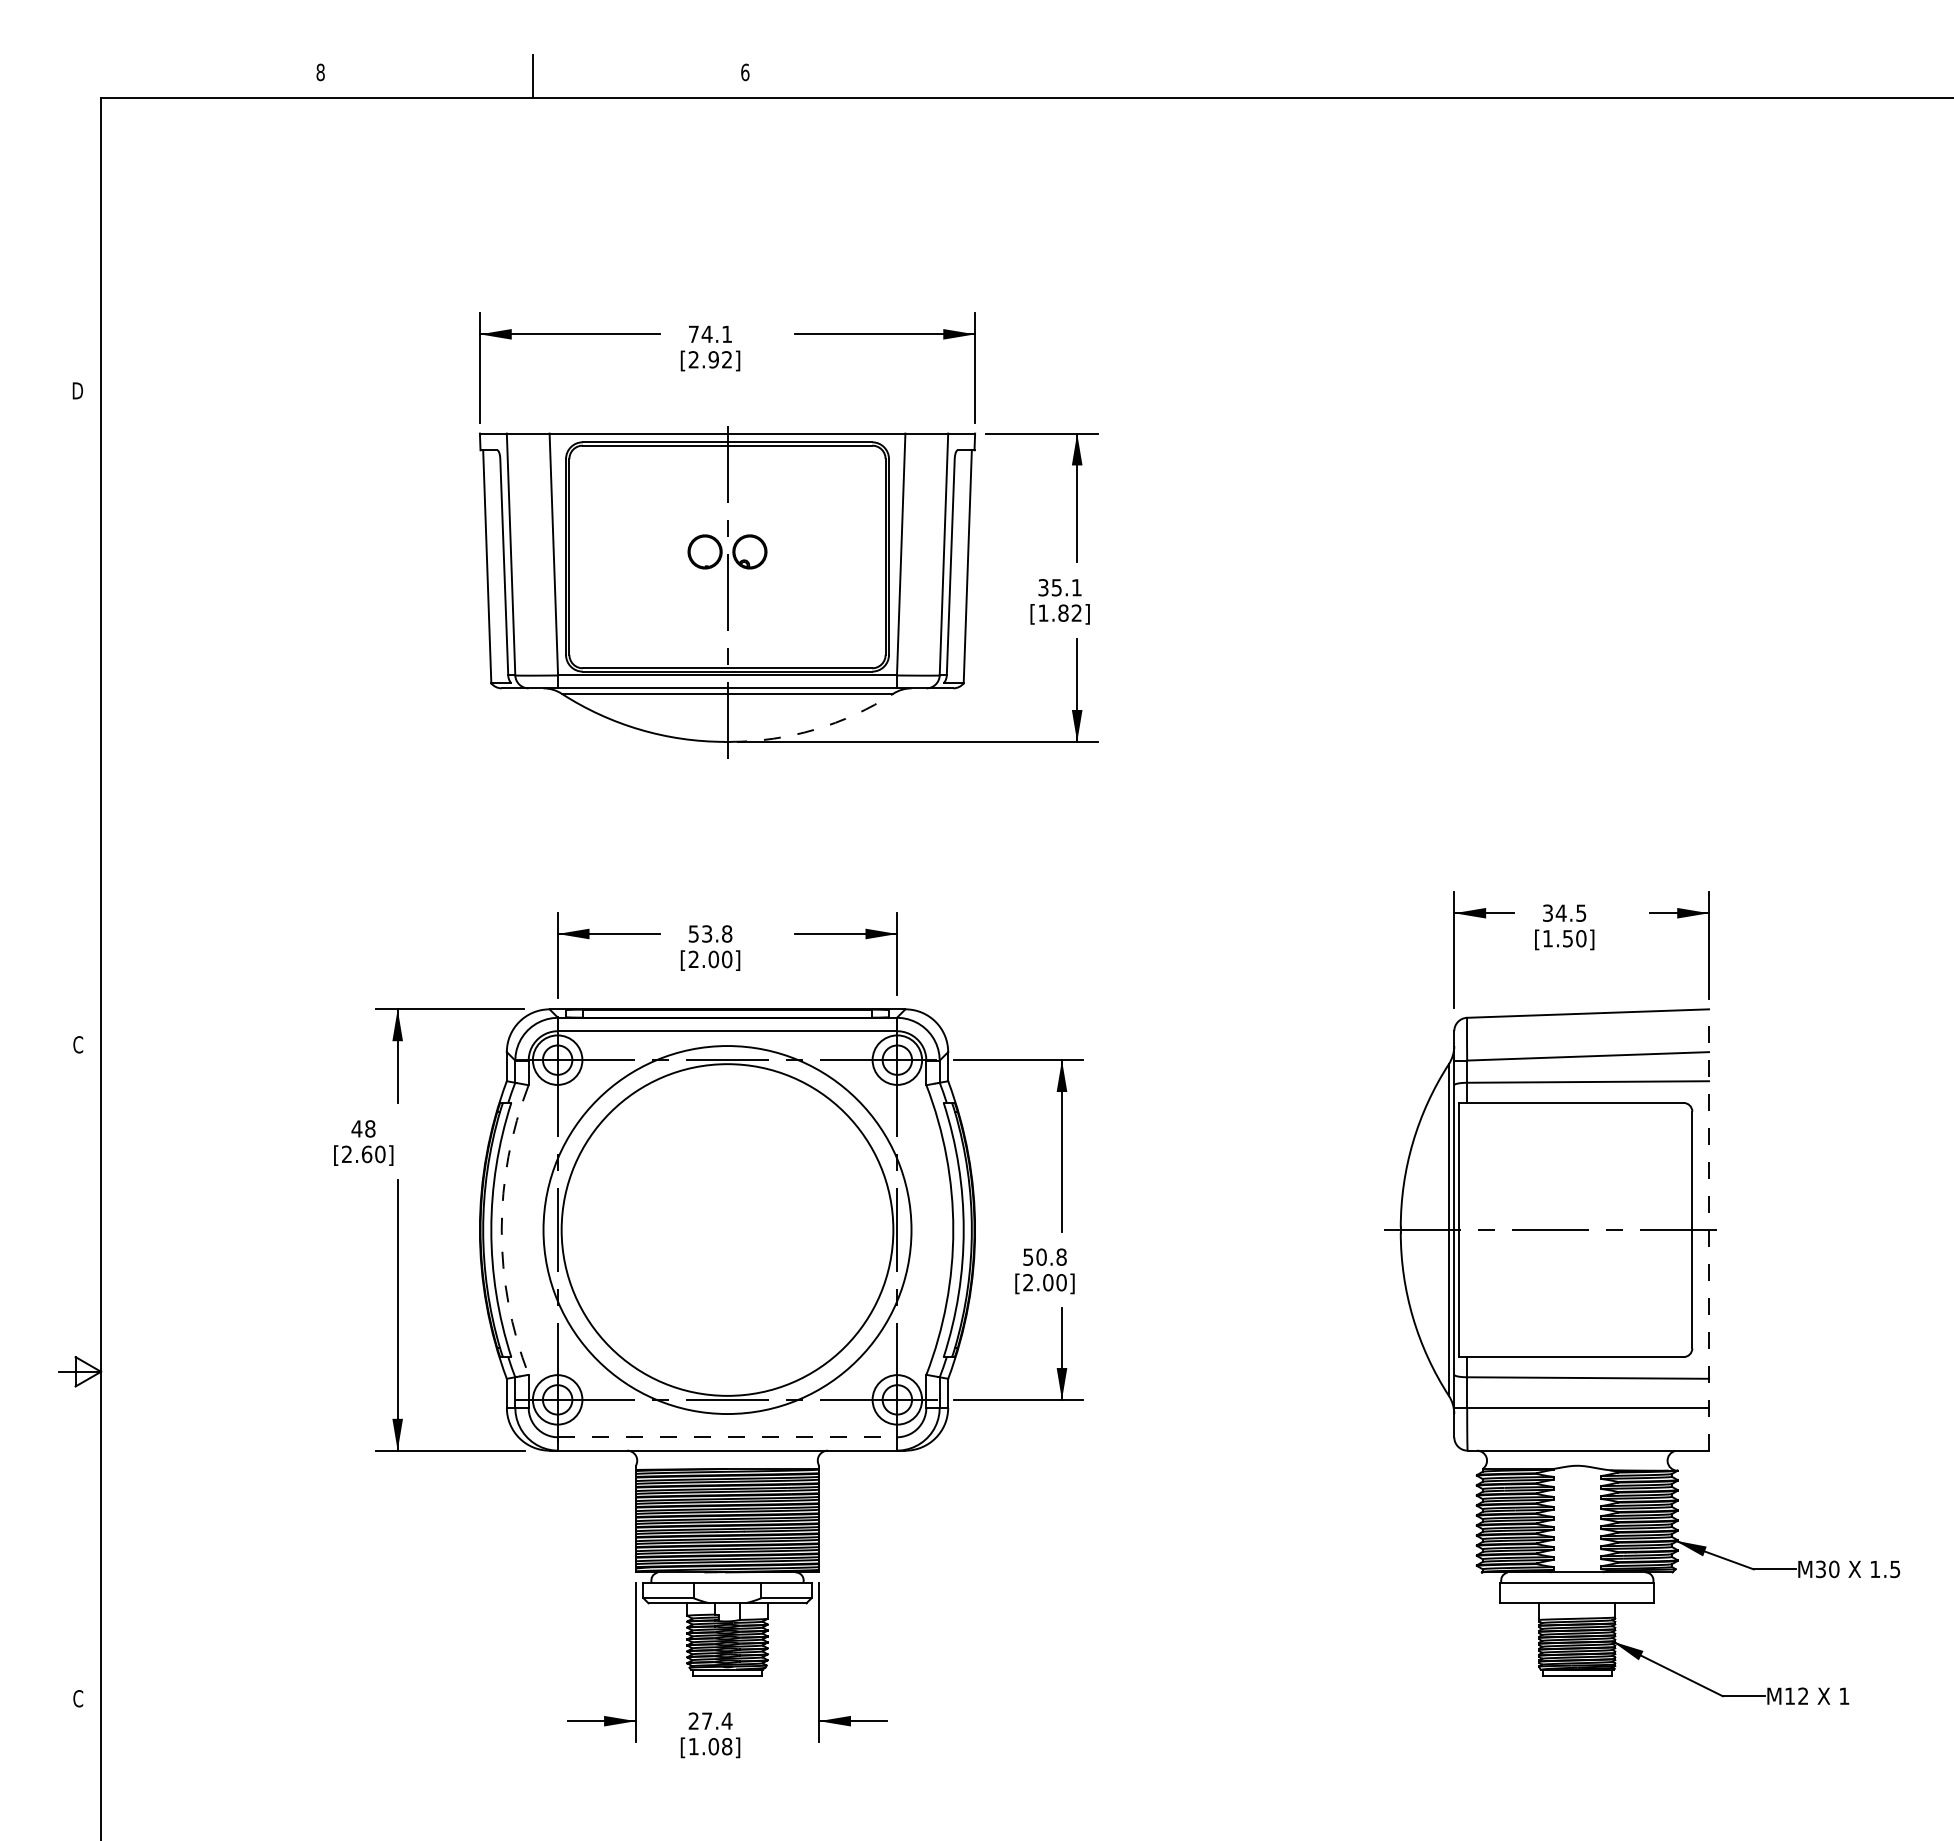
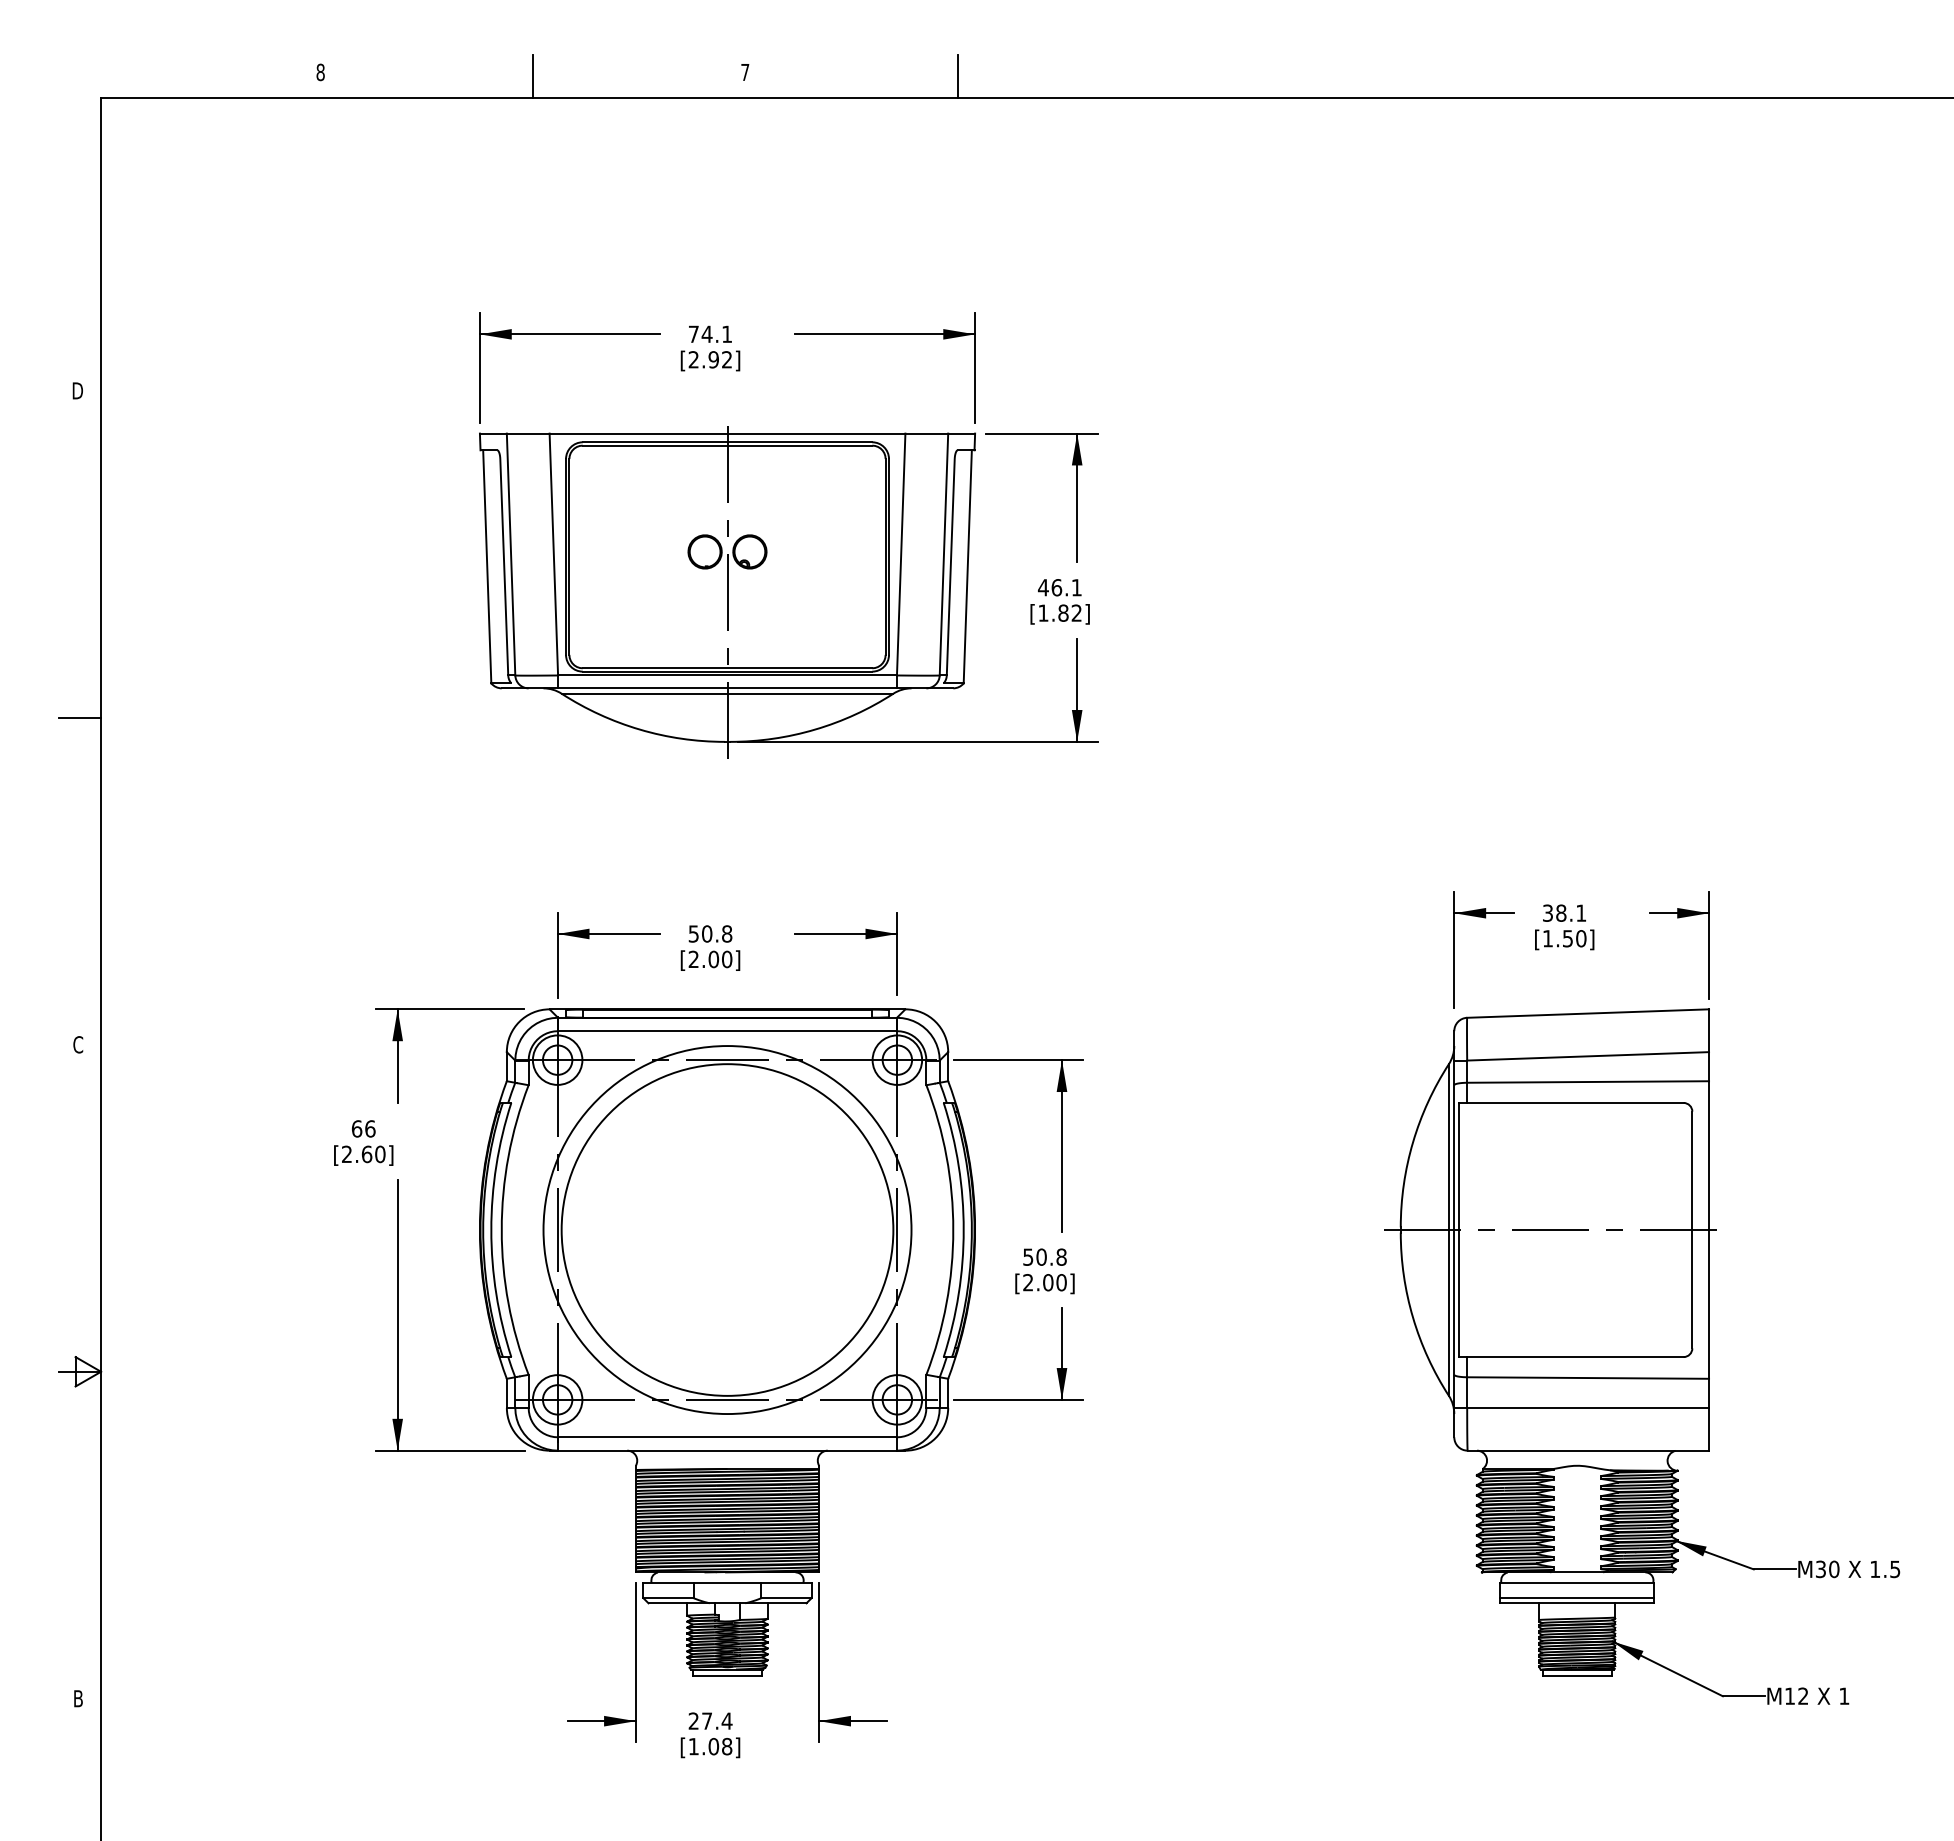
text at (745, 72): 6 -> 7
line at (957, 76): none -> present
text at (1050, 587): 35.1 -> 46.1
line at (79, 717): none -> present
arc at (815, 729): dashed -> solid
text at (1570, 912): 34.5 -> 38.1
text at (707, 933): 53.8 -> 50.8
text at (363, 1128): 48 -> 66
arc at (501, 1230): dashed -> solid
line at (1709, 1230): dashed -> solid
line at (728, 1437): dashed -> solid
line at (1577, 1598): none -> present
text at (78, 1698): C -> B
